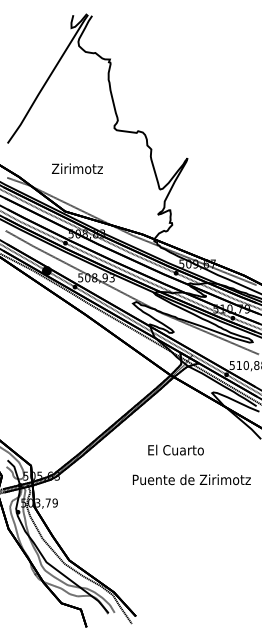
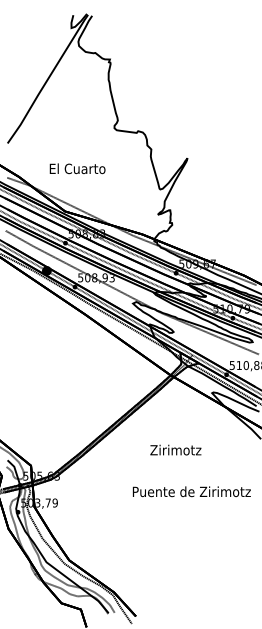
text at (77, 168): Zirimotz -> El Cuarto
text at (175, 449): El Cuarto -> Zirimotz
text at (191, 479) position: (191, 479) -> (191, 491)
